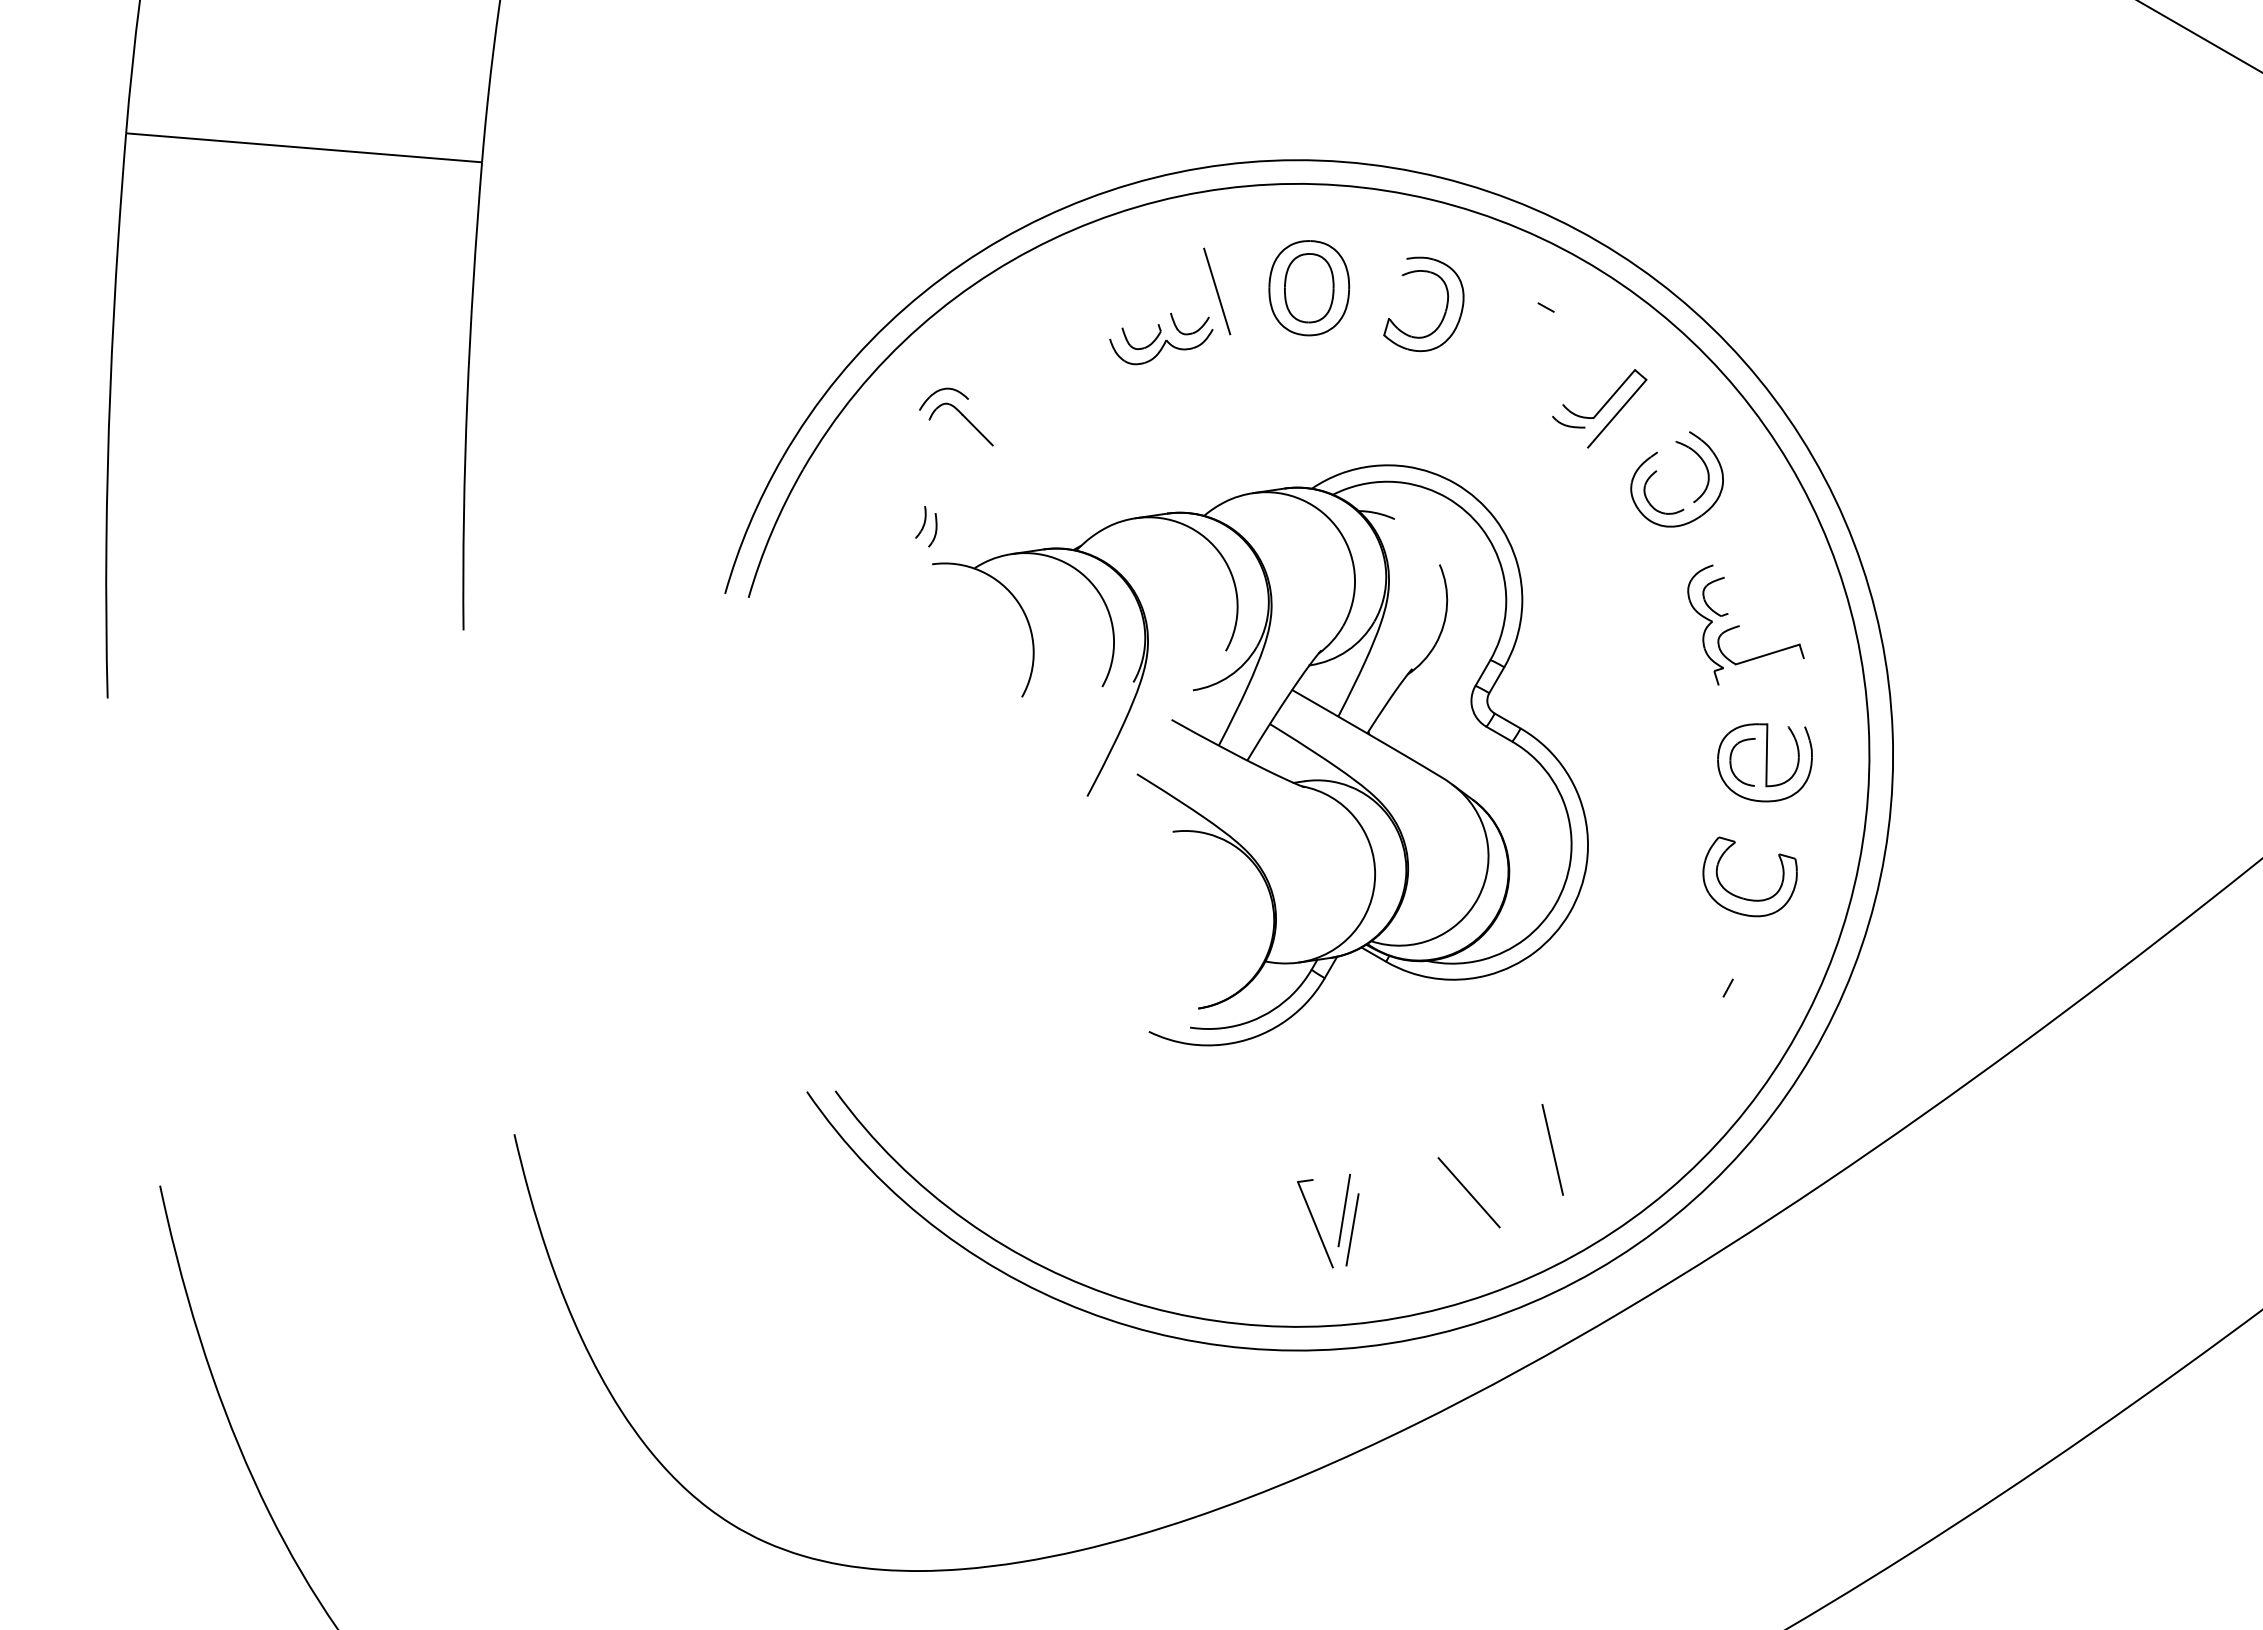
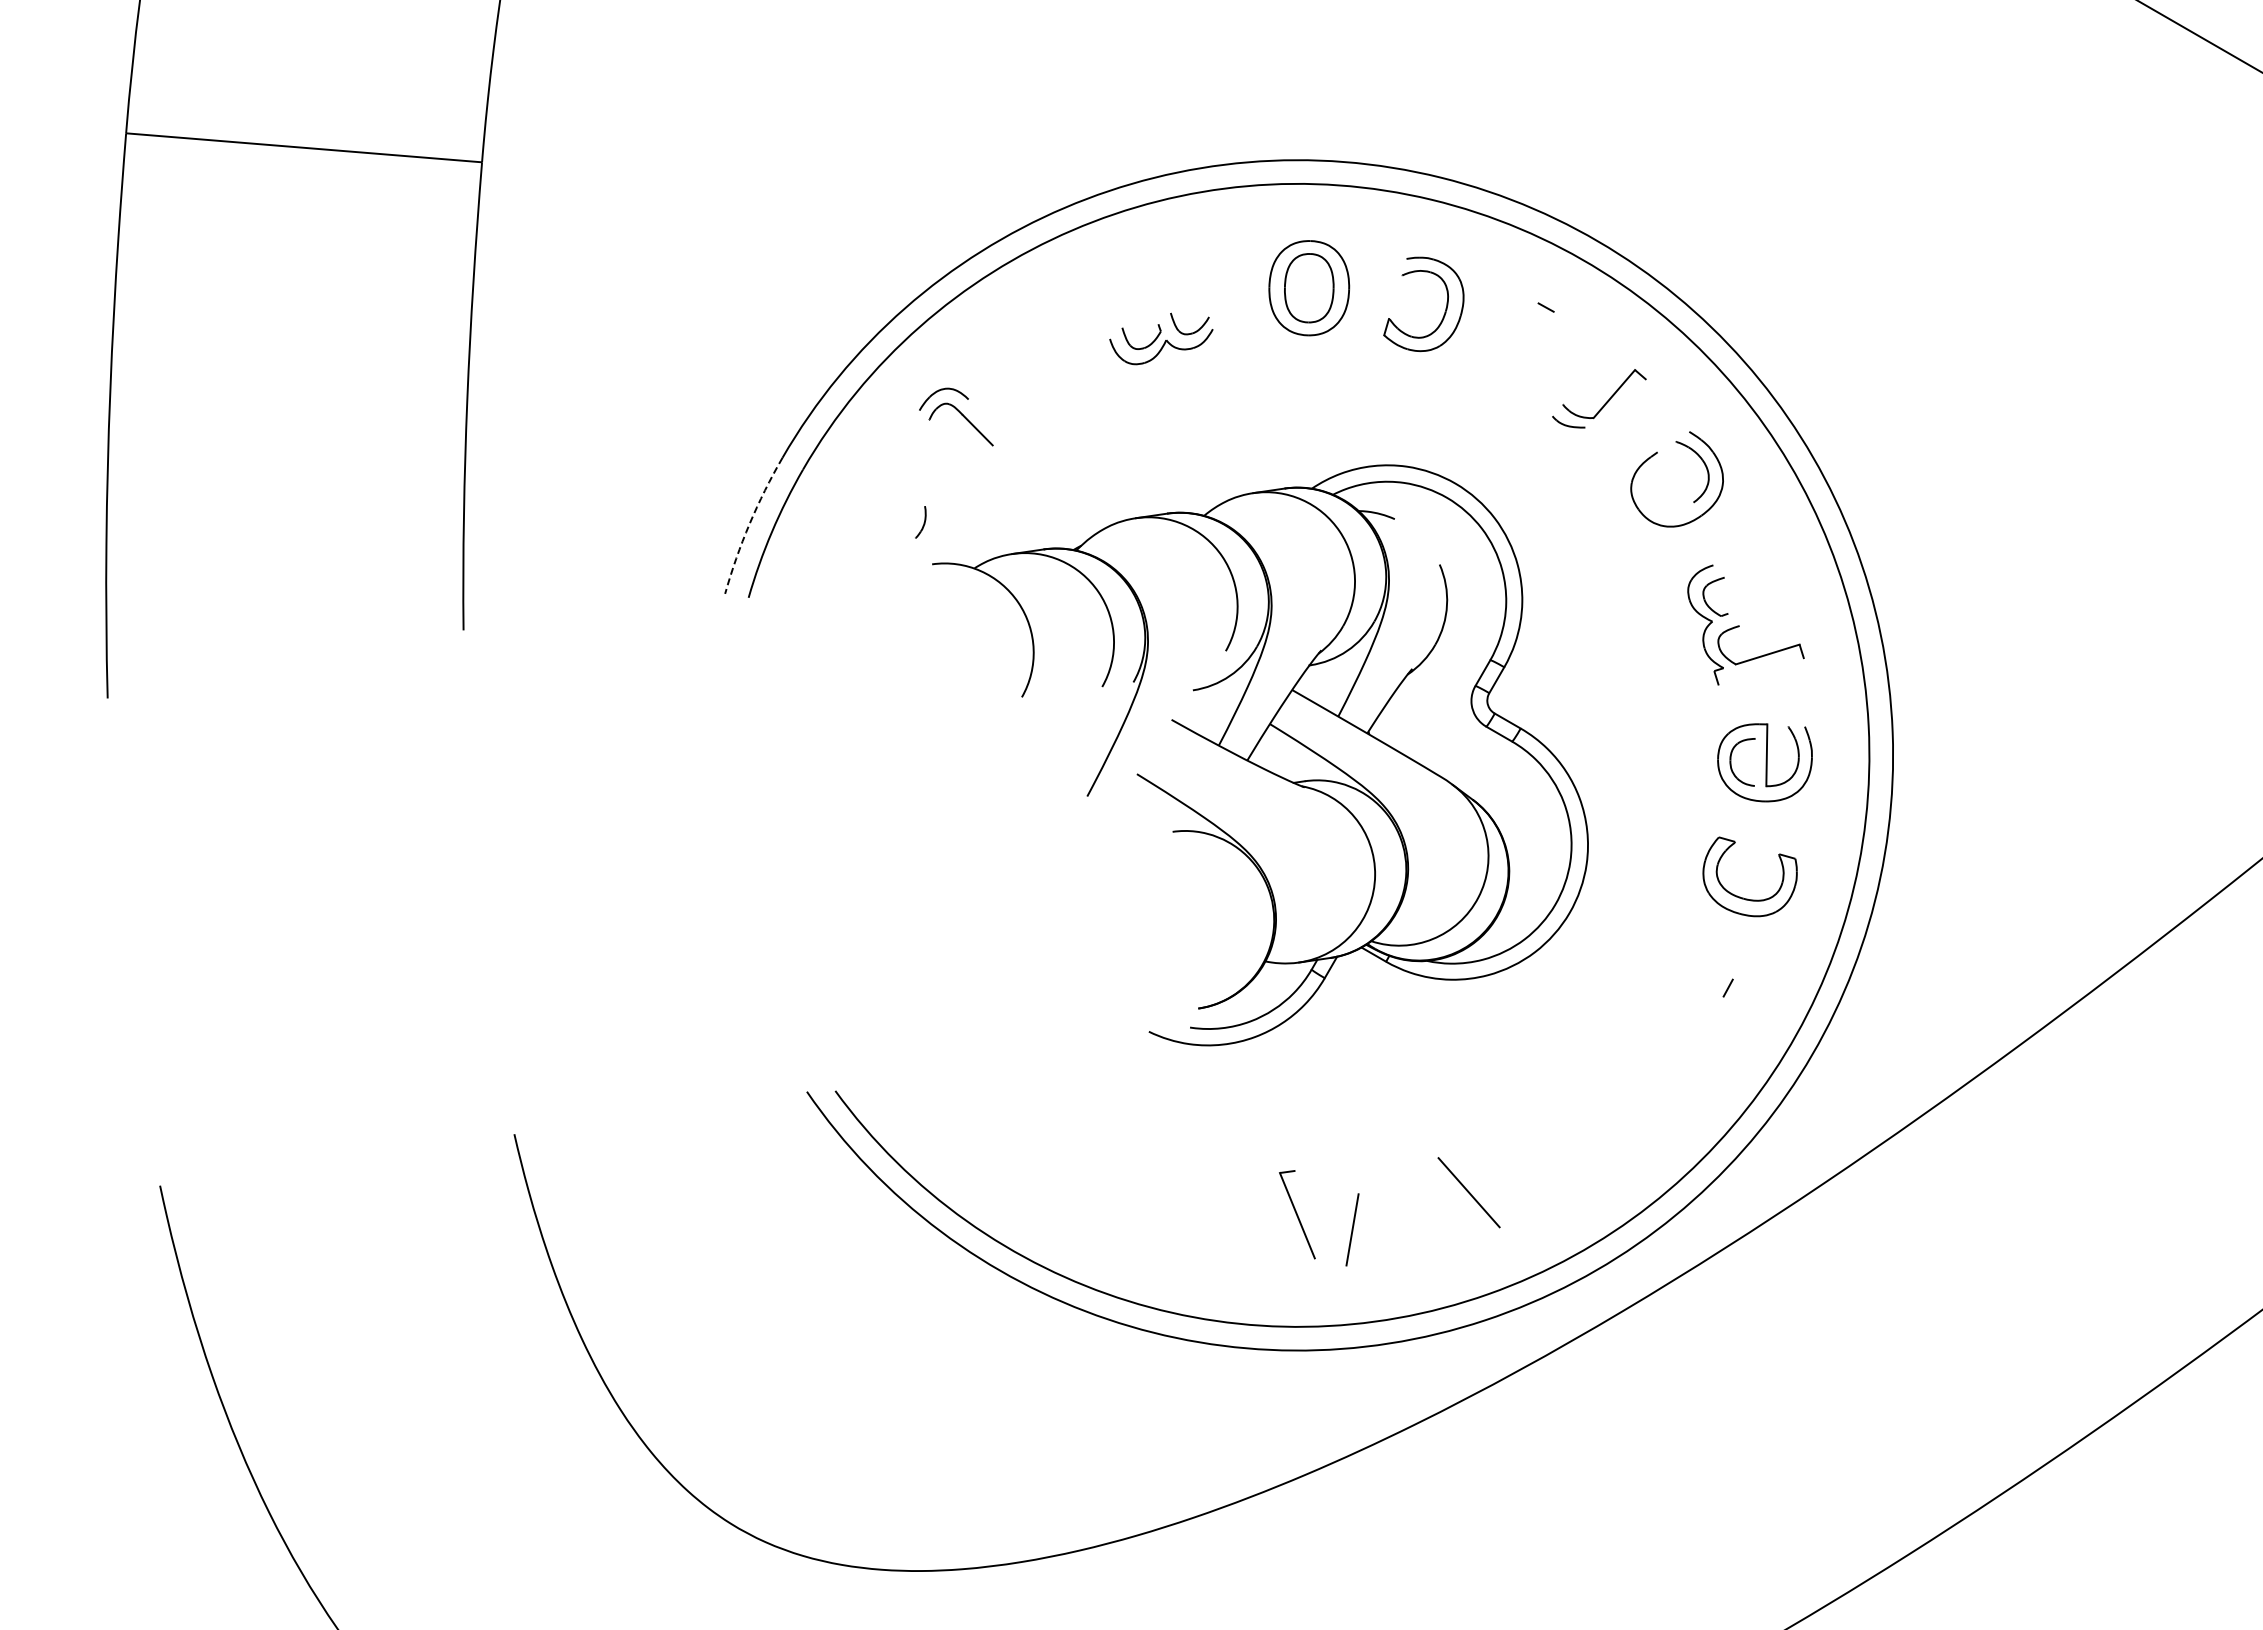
line at (1217, 291): present -> none
line at (1617, 413): present -> none
part at (1649, 501): present -> none
arc at (749, 524): solid -> dashed
part at (932, 530): present -> none
line at (1552, 1149): present -> none
line at (1344, 1210): present -> none
part at (1315, 1223) position: (1315, 1223) -> (1297, 1214)
